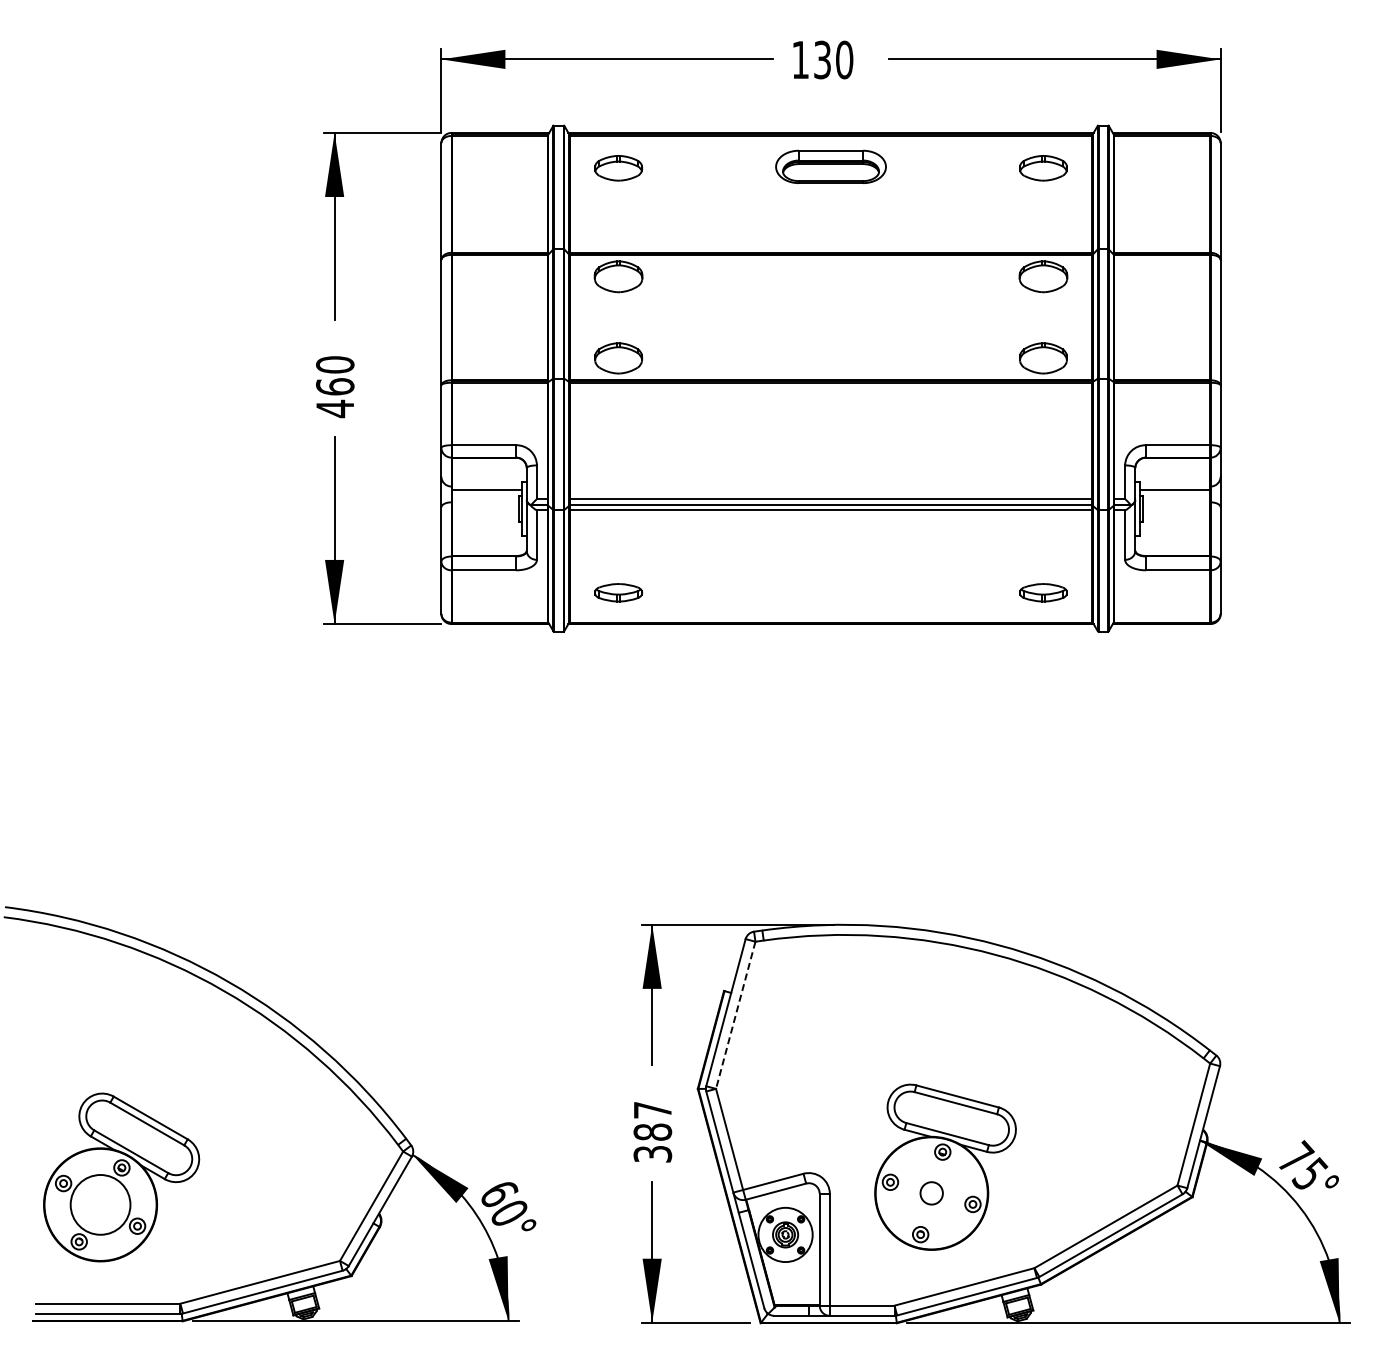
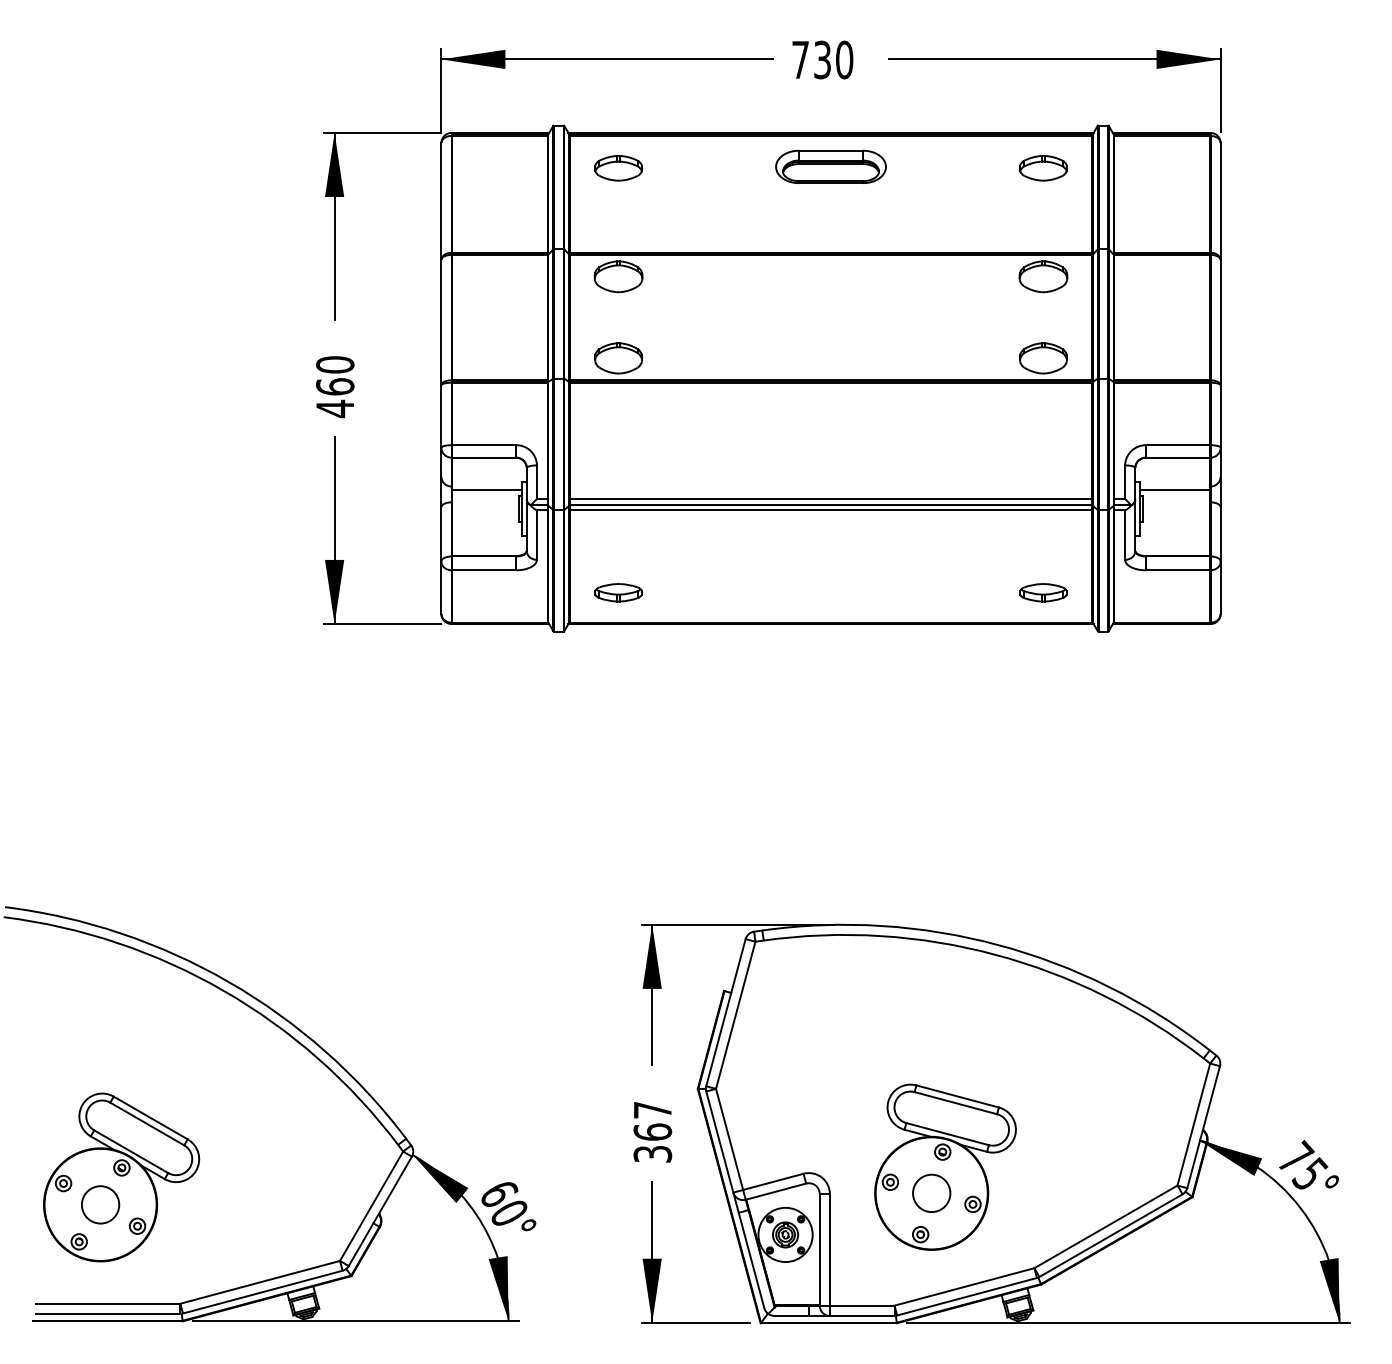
text at (800, 59): 130 -> 730
line at (735, 1015): dashed -> solid
text at (652, 1131): 387 -> 367
circle at (931, 1193) diameter: 22 px -> 37 px
circle at (100, 1204) diameter: 60 px -> 37 px
